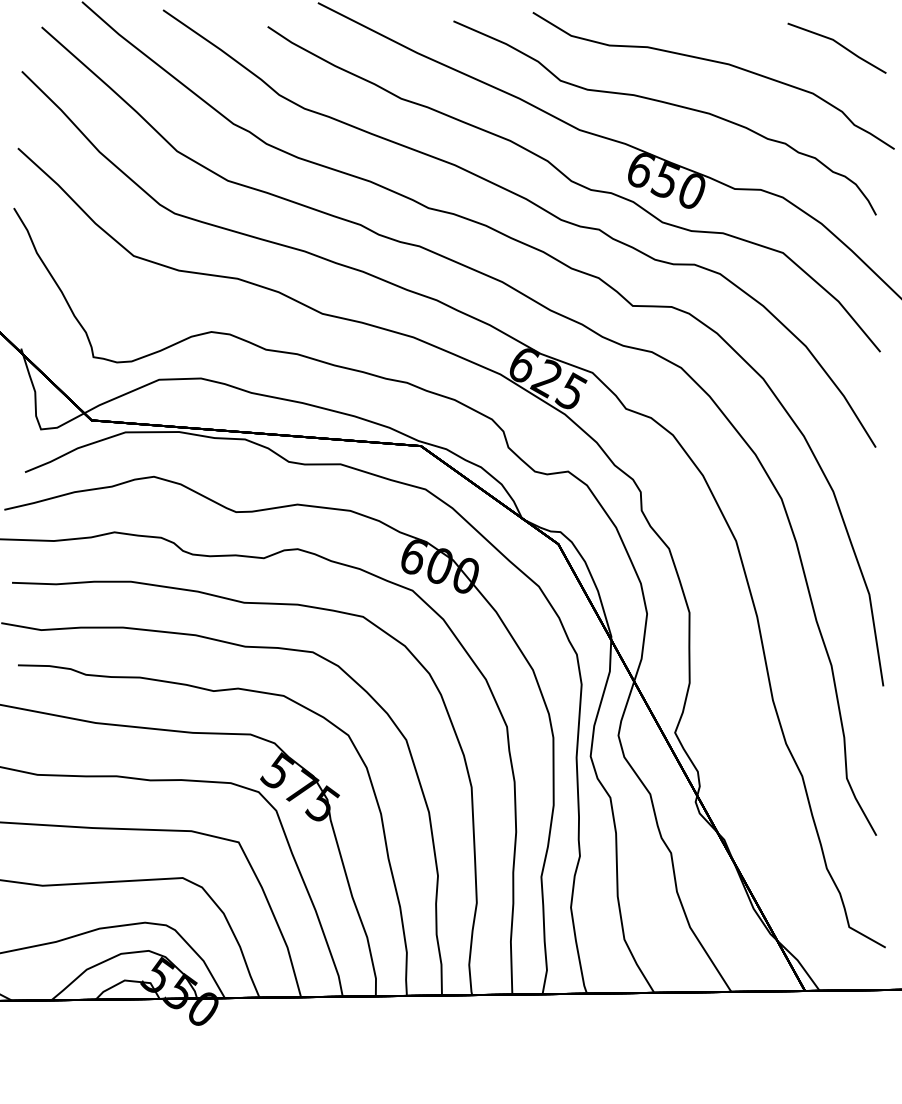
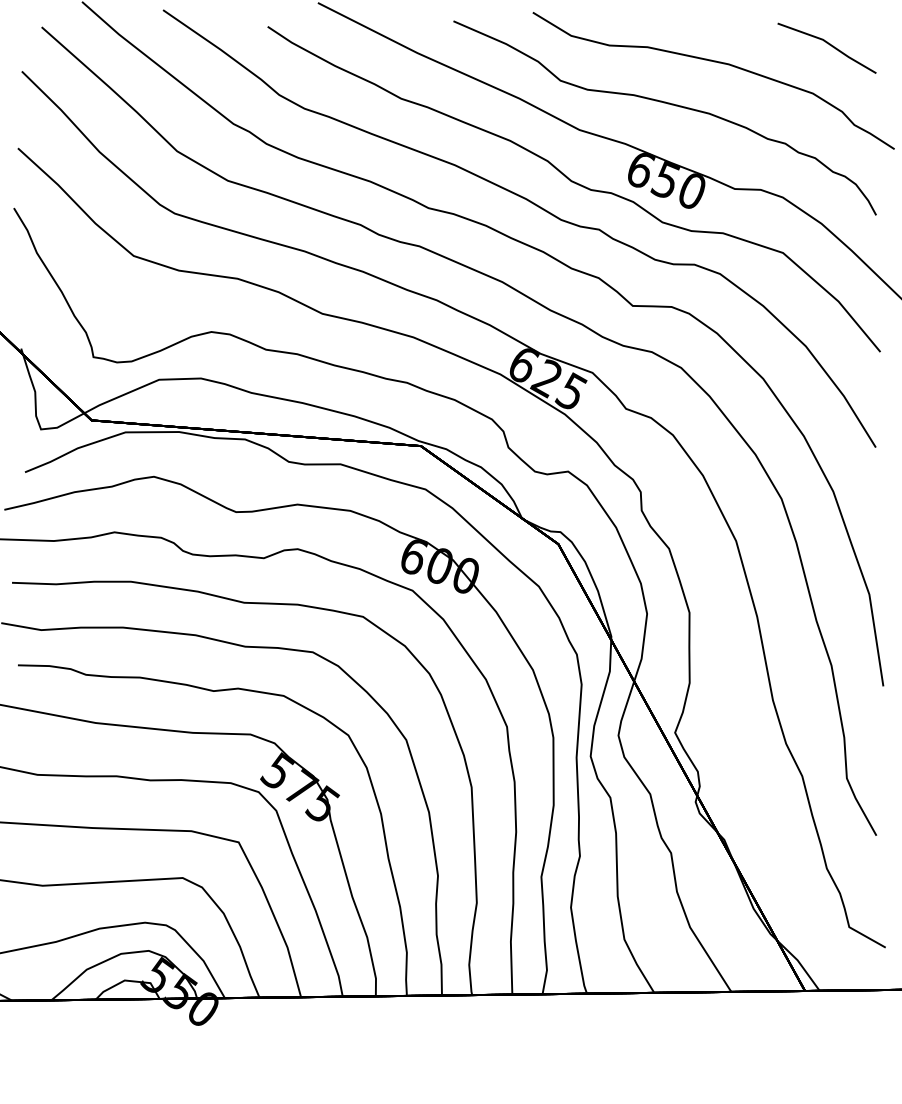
line at (838, 44) position: (838, 44) -> (828, 44)
